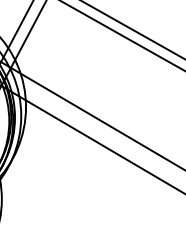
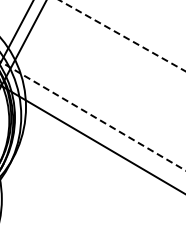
line at (132, 29): present -> none
line at (121, 35): solid -> dashed
line at (92, 116): solid -> dashed
